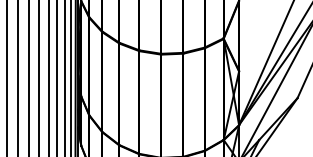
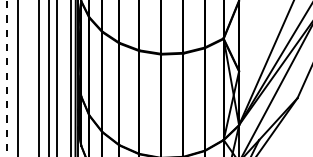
line at (29, 77): present -> none
line at (64, 77): present -> none
line at (6, 78): solid -> dashed
